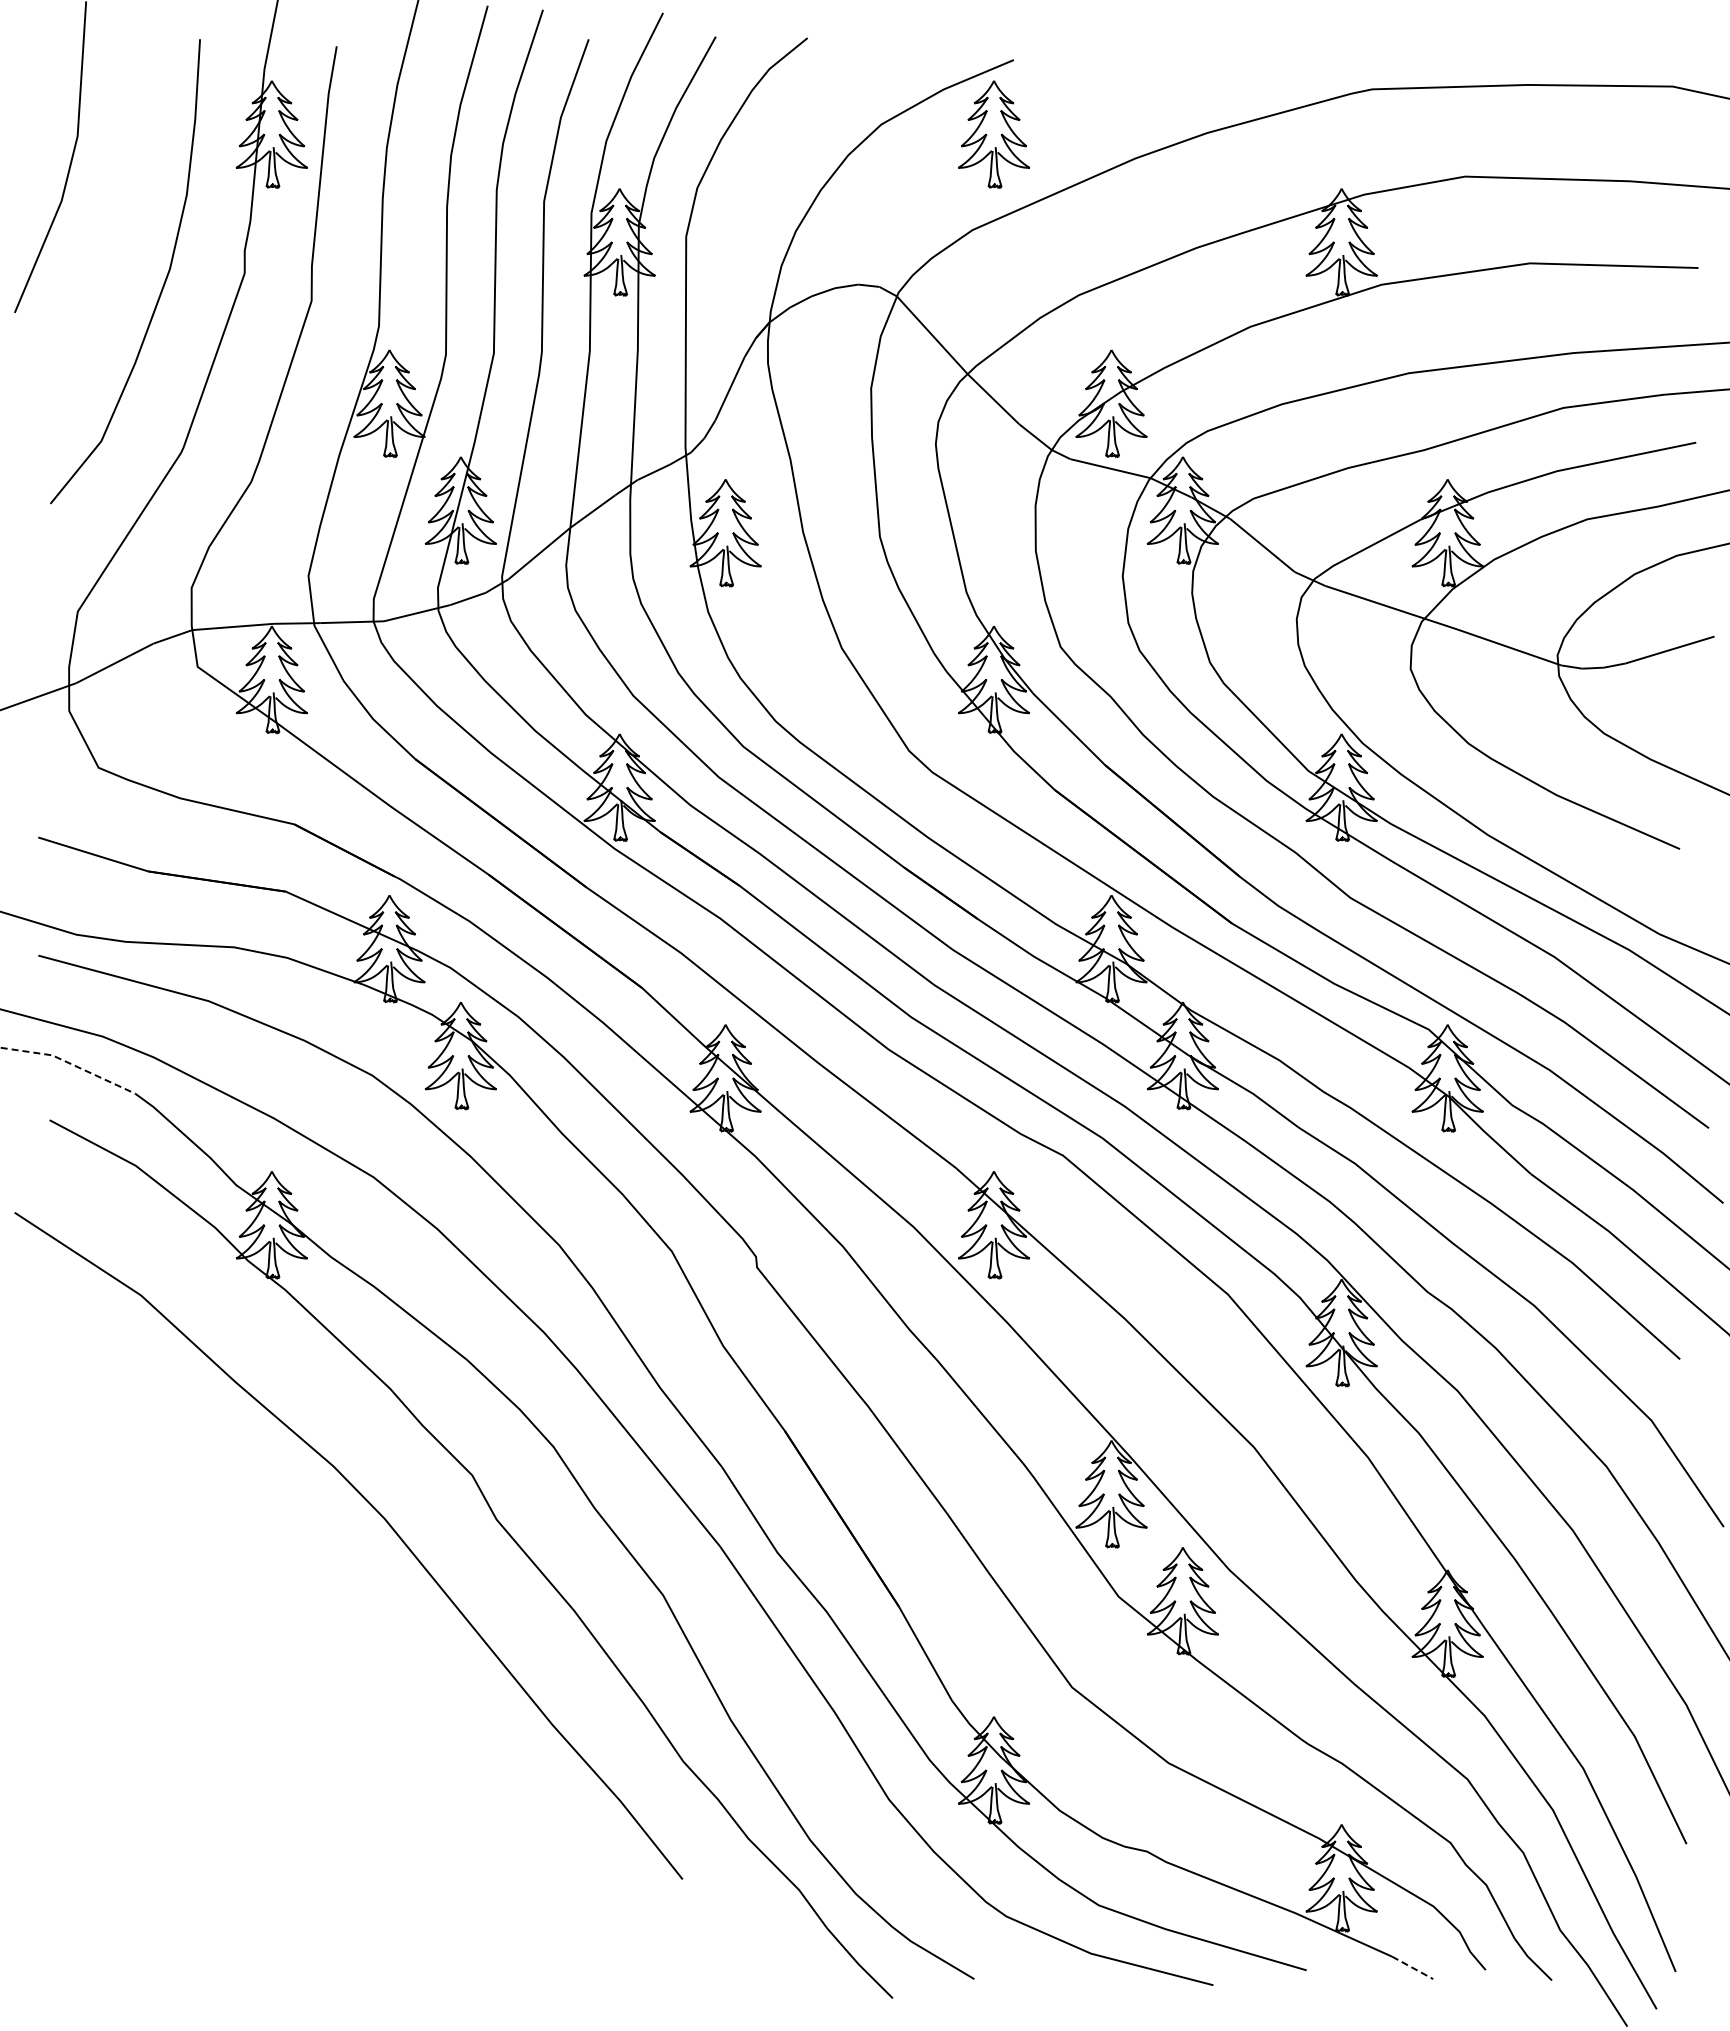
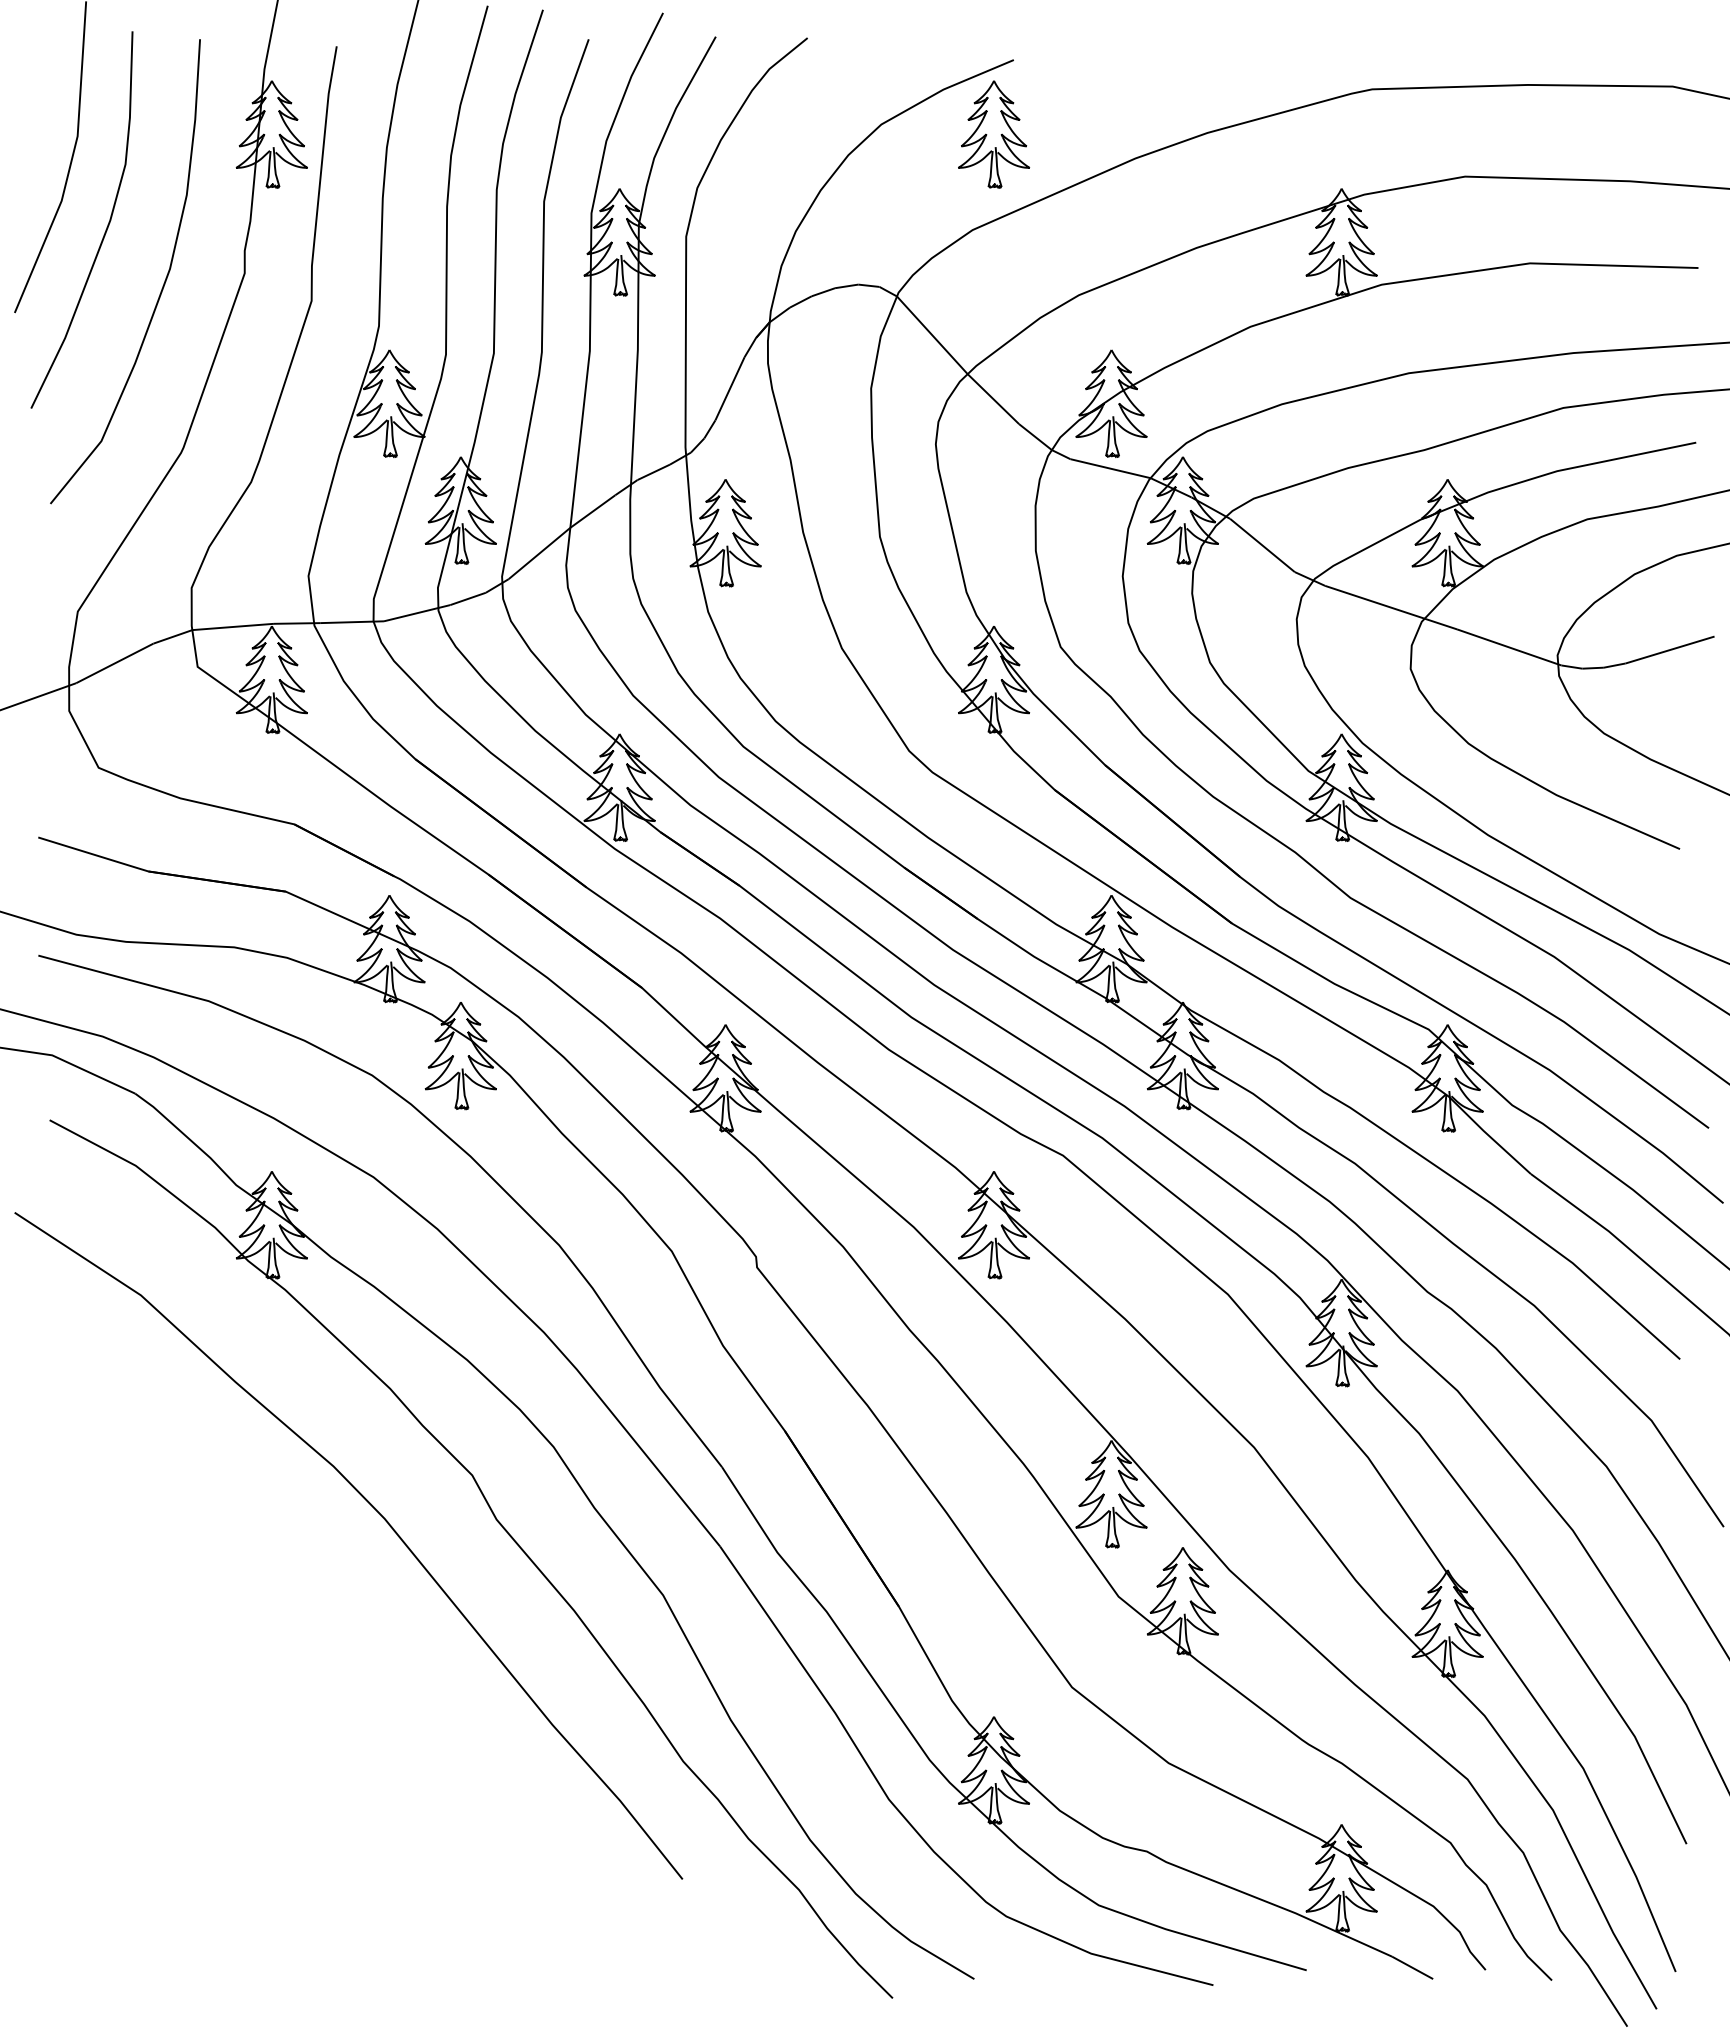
curve at (105, 229): none -> present
line at (69, 1063): dashed -> solid
line at (1413, 1968): dashed -> solid
